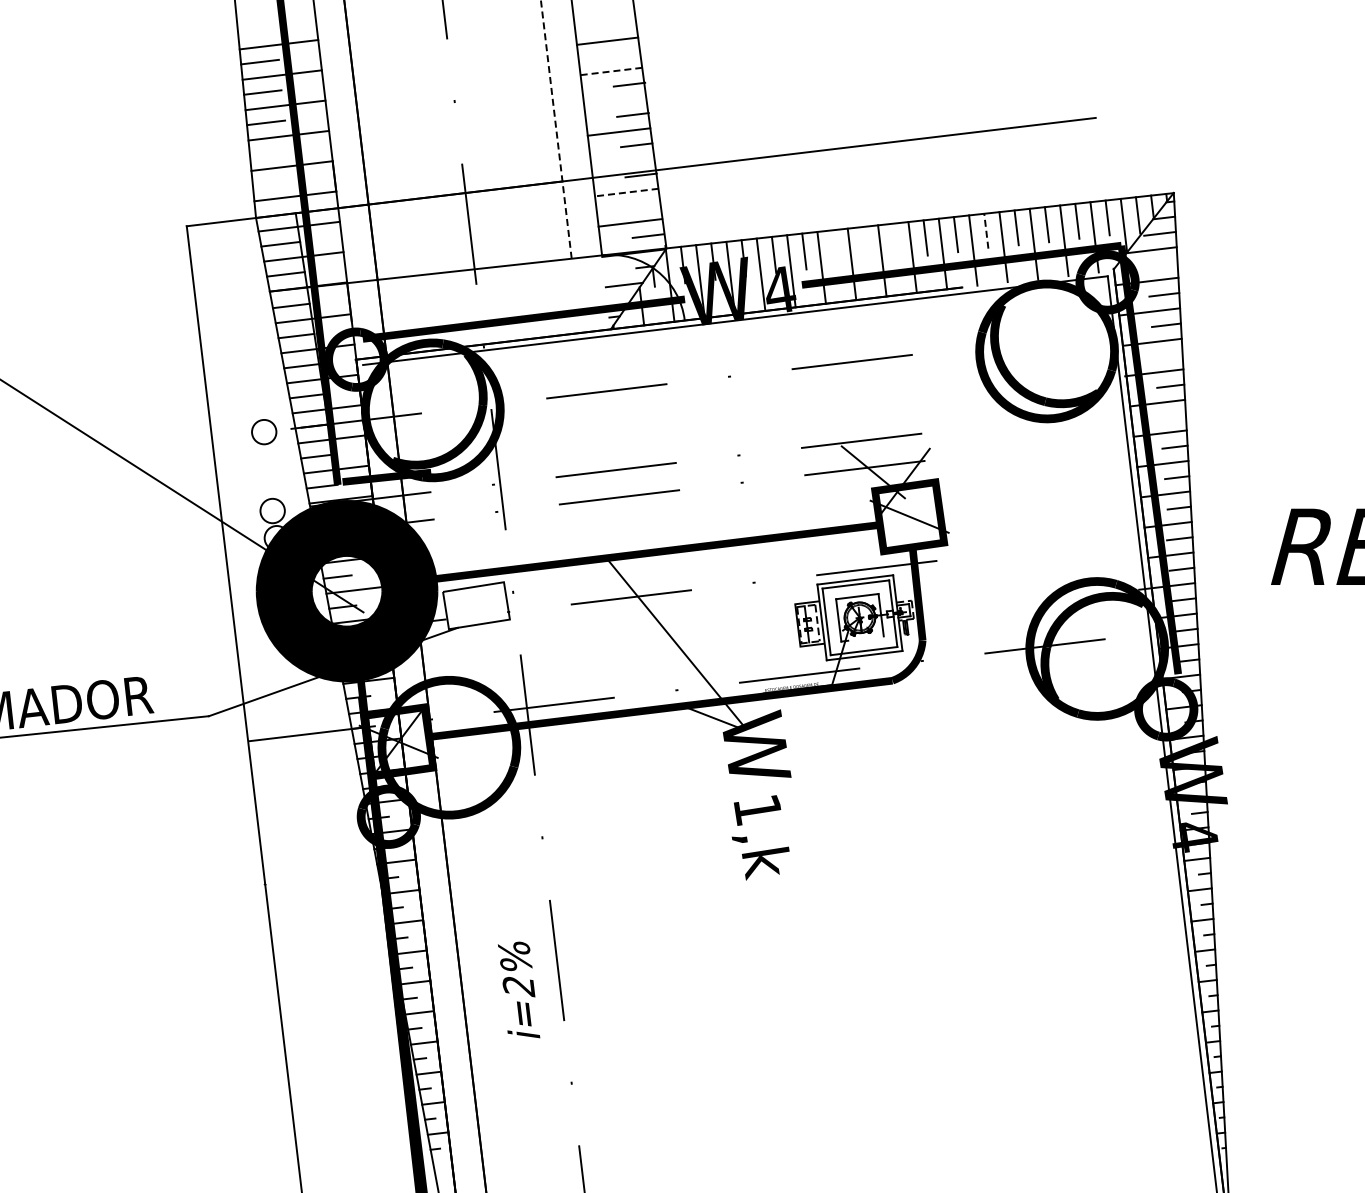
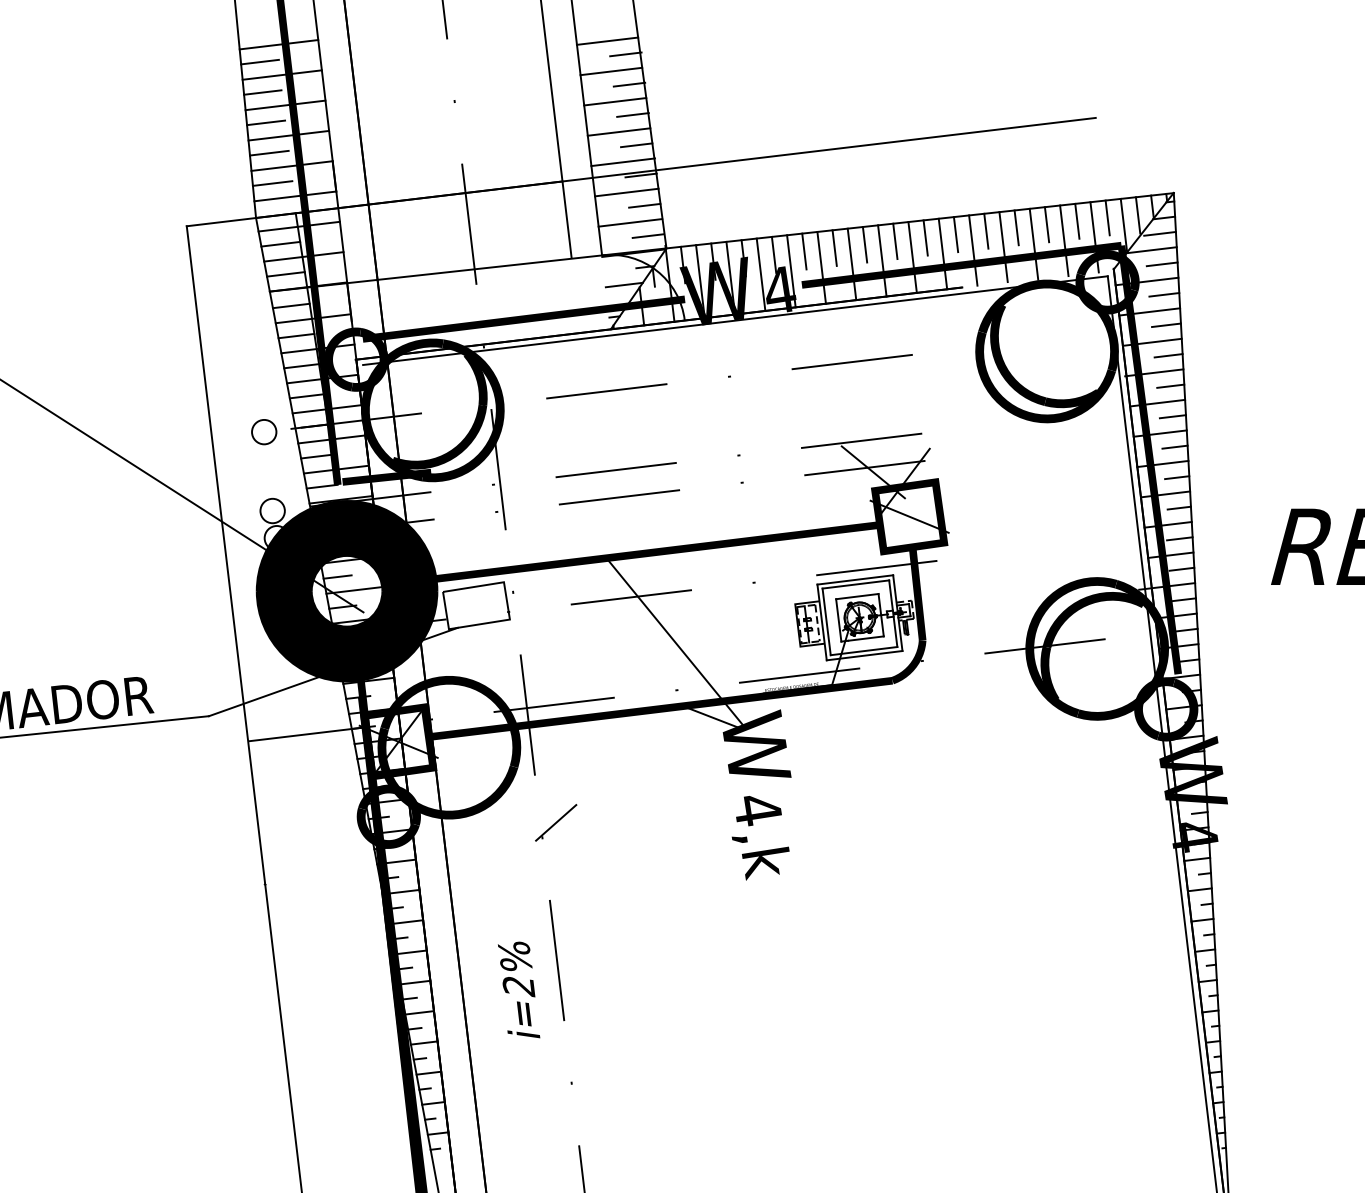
line at (625, 54): none -> present
line at (610, 71): dashed -> solid
line at (615, 101): none -> present
line at (556, 129): dashed -> solid
line at (268, 152): none -> present
line at (623, 162): none -> present
line at (272, 183): none -> present
line at (626, 192): dashed -> solid
line at (644, 205): none -> present
line at (986, 231): dashed -> solid
line at (895, 241): none -> present
line at (864, 244): none -> present
line at (834, 247): none -> present
line at (1161, 264): none -> present
line at (1168, 355): none -> present
line at (1172, 416): none -> present
line at (865, 638): none -> present
text at (757, 810): 1,k -> 4,k
line at (556, 822): none -> present
